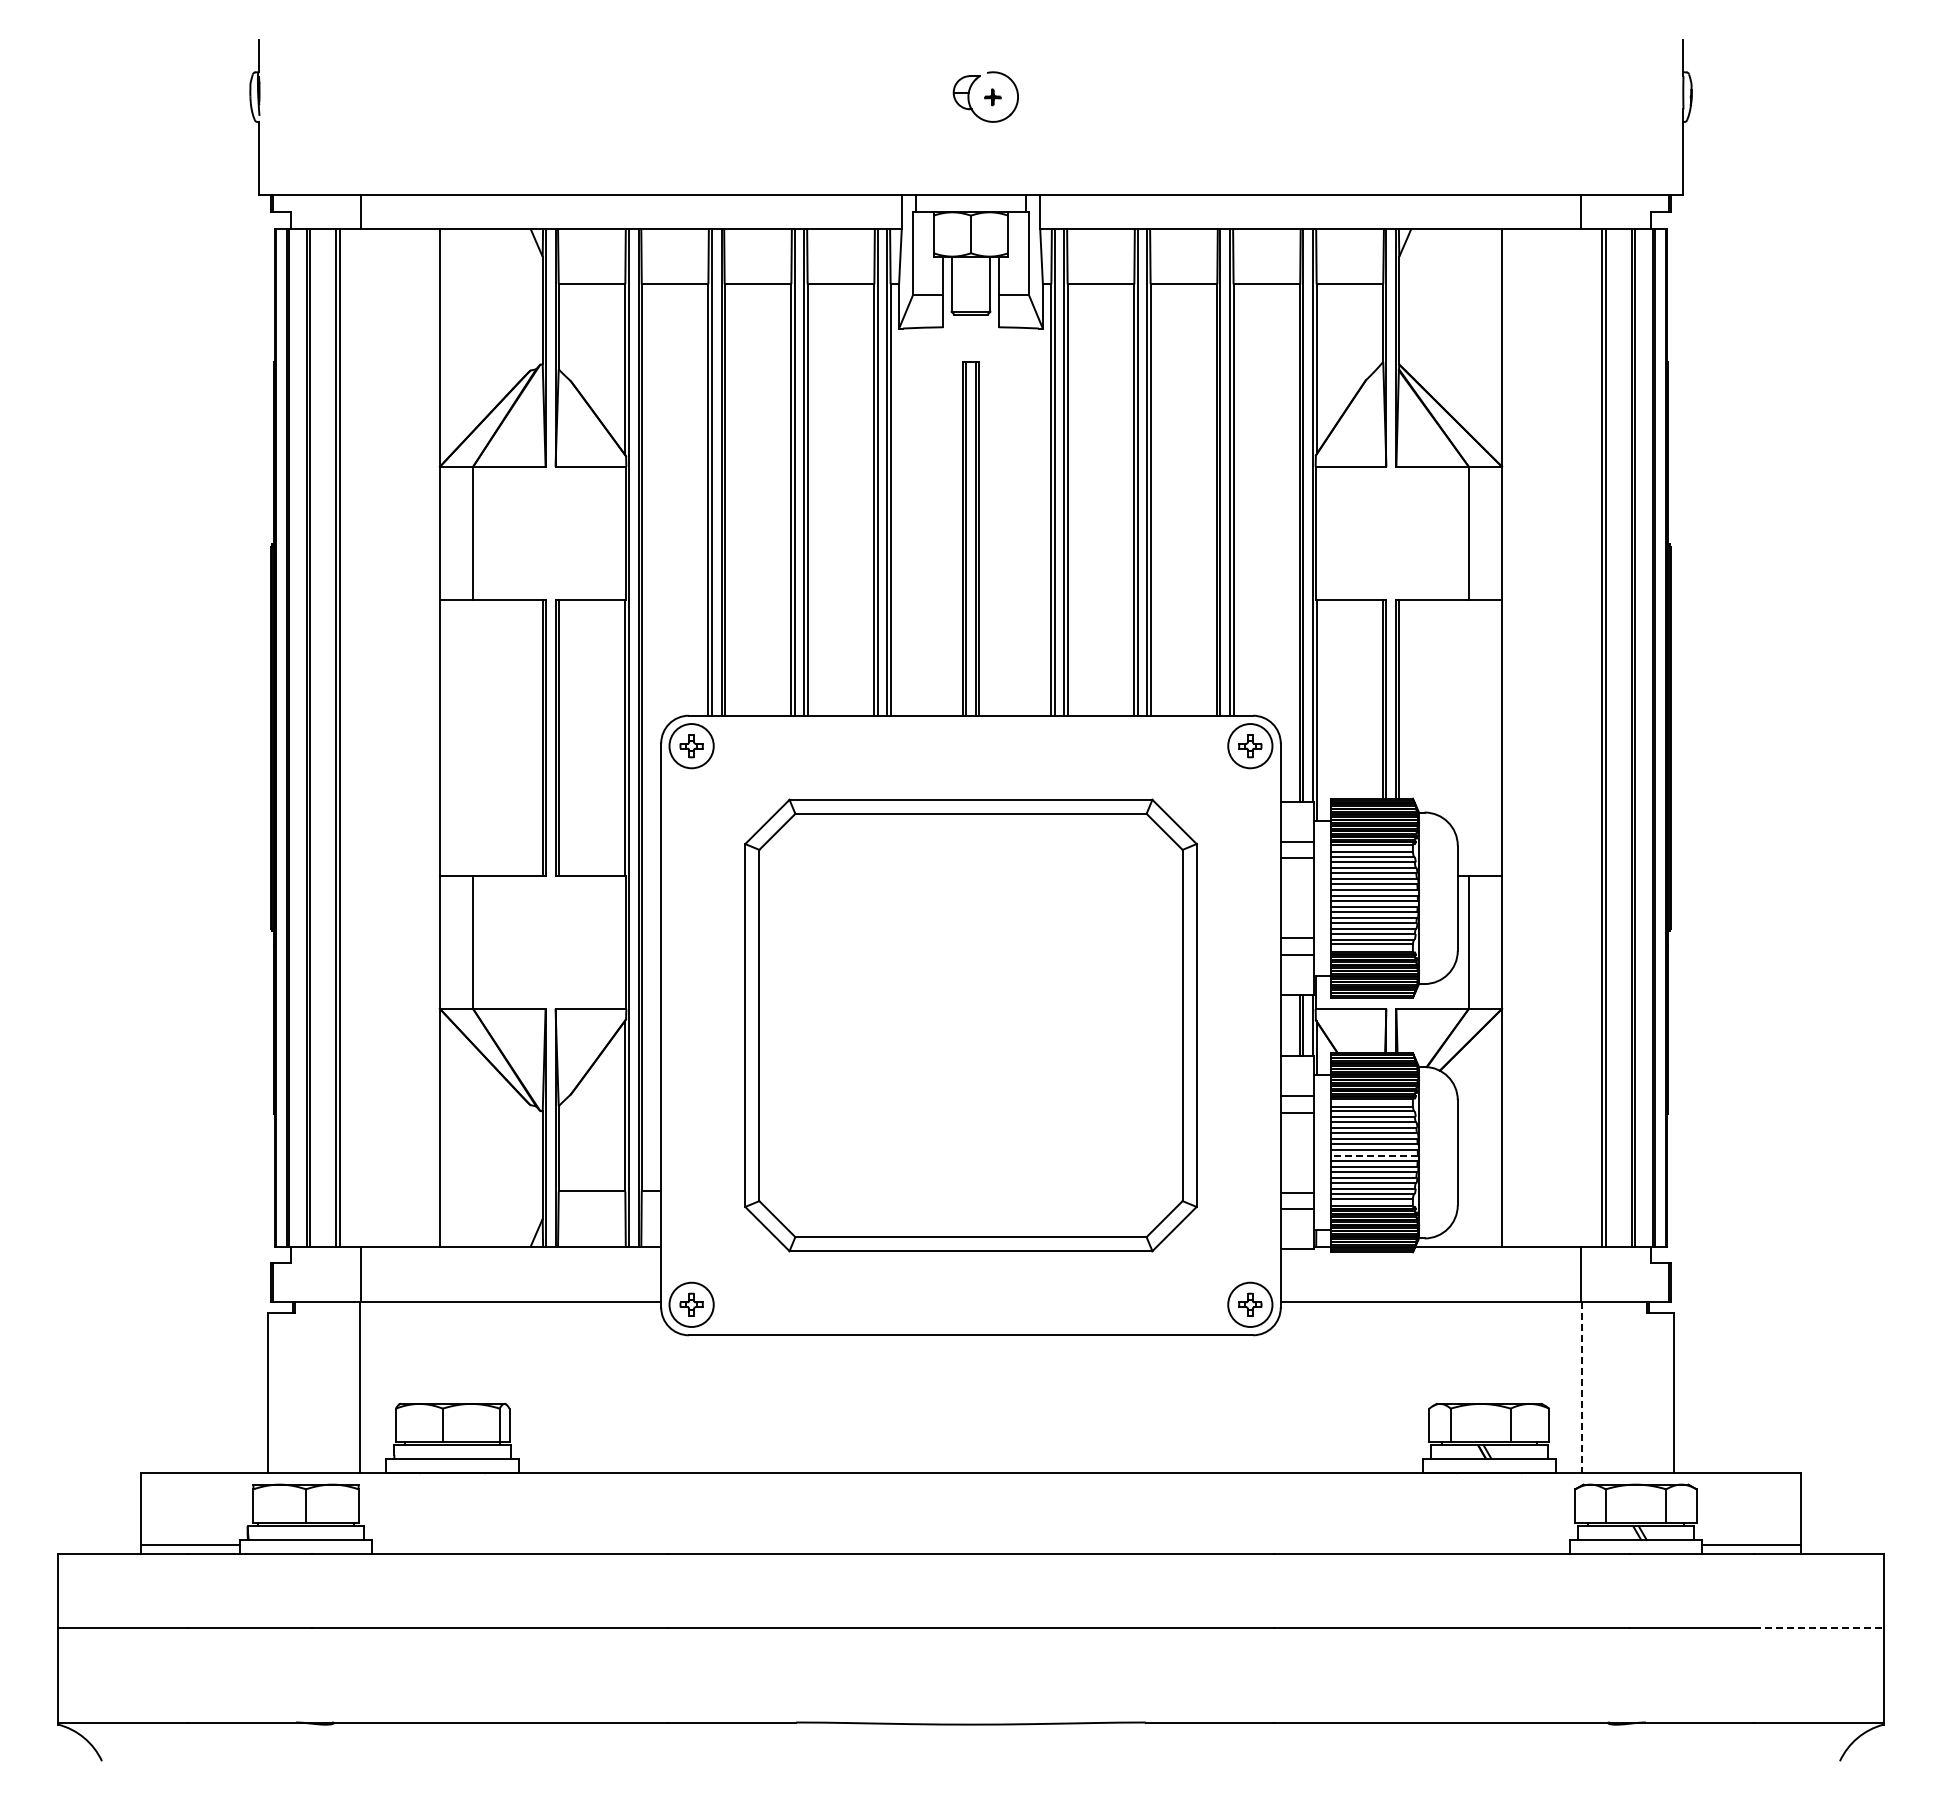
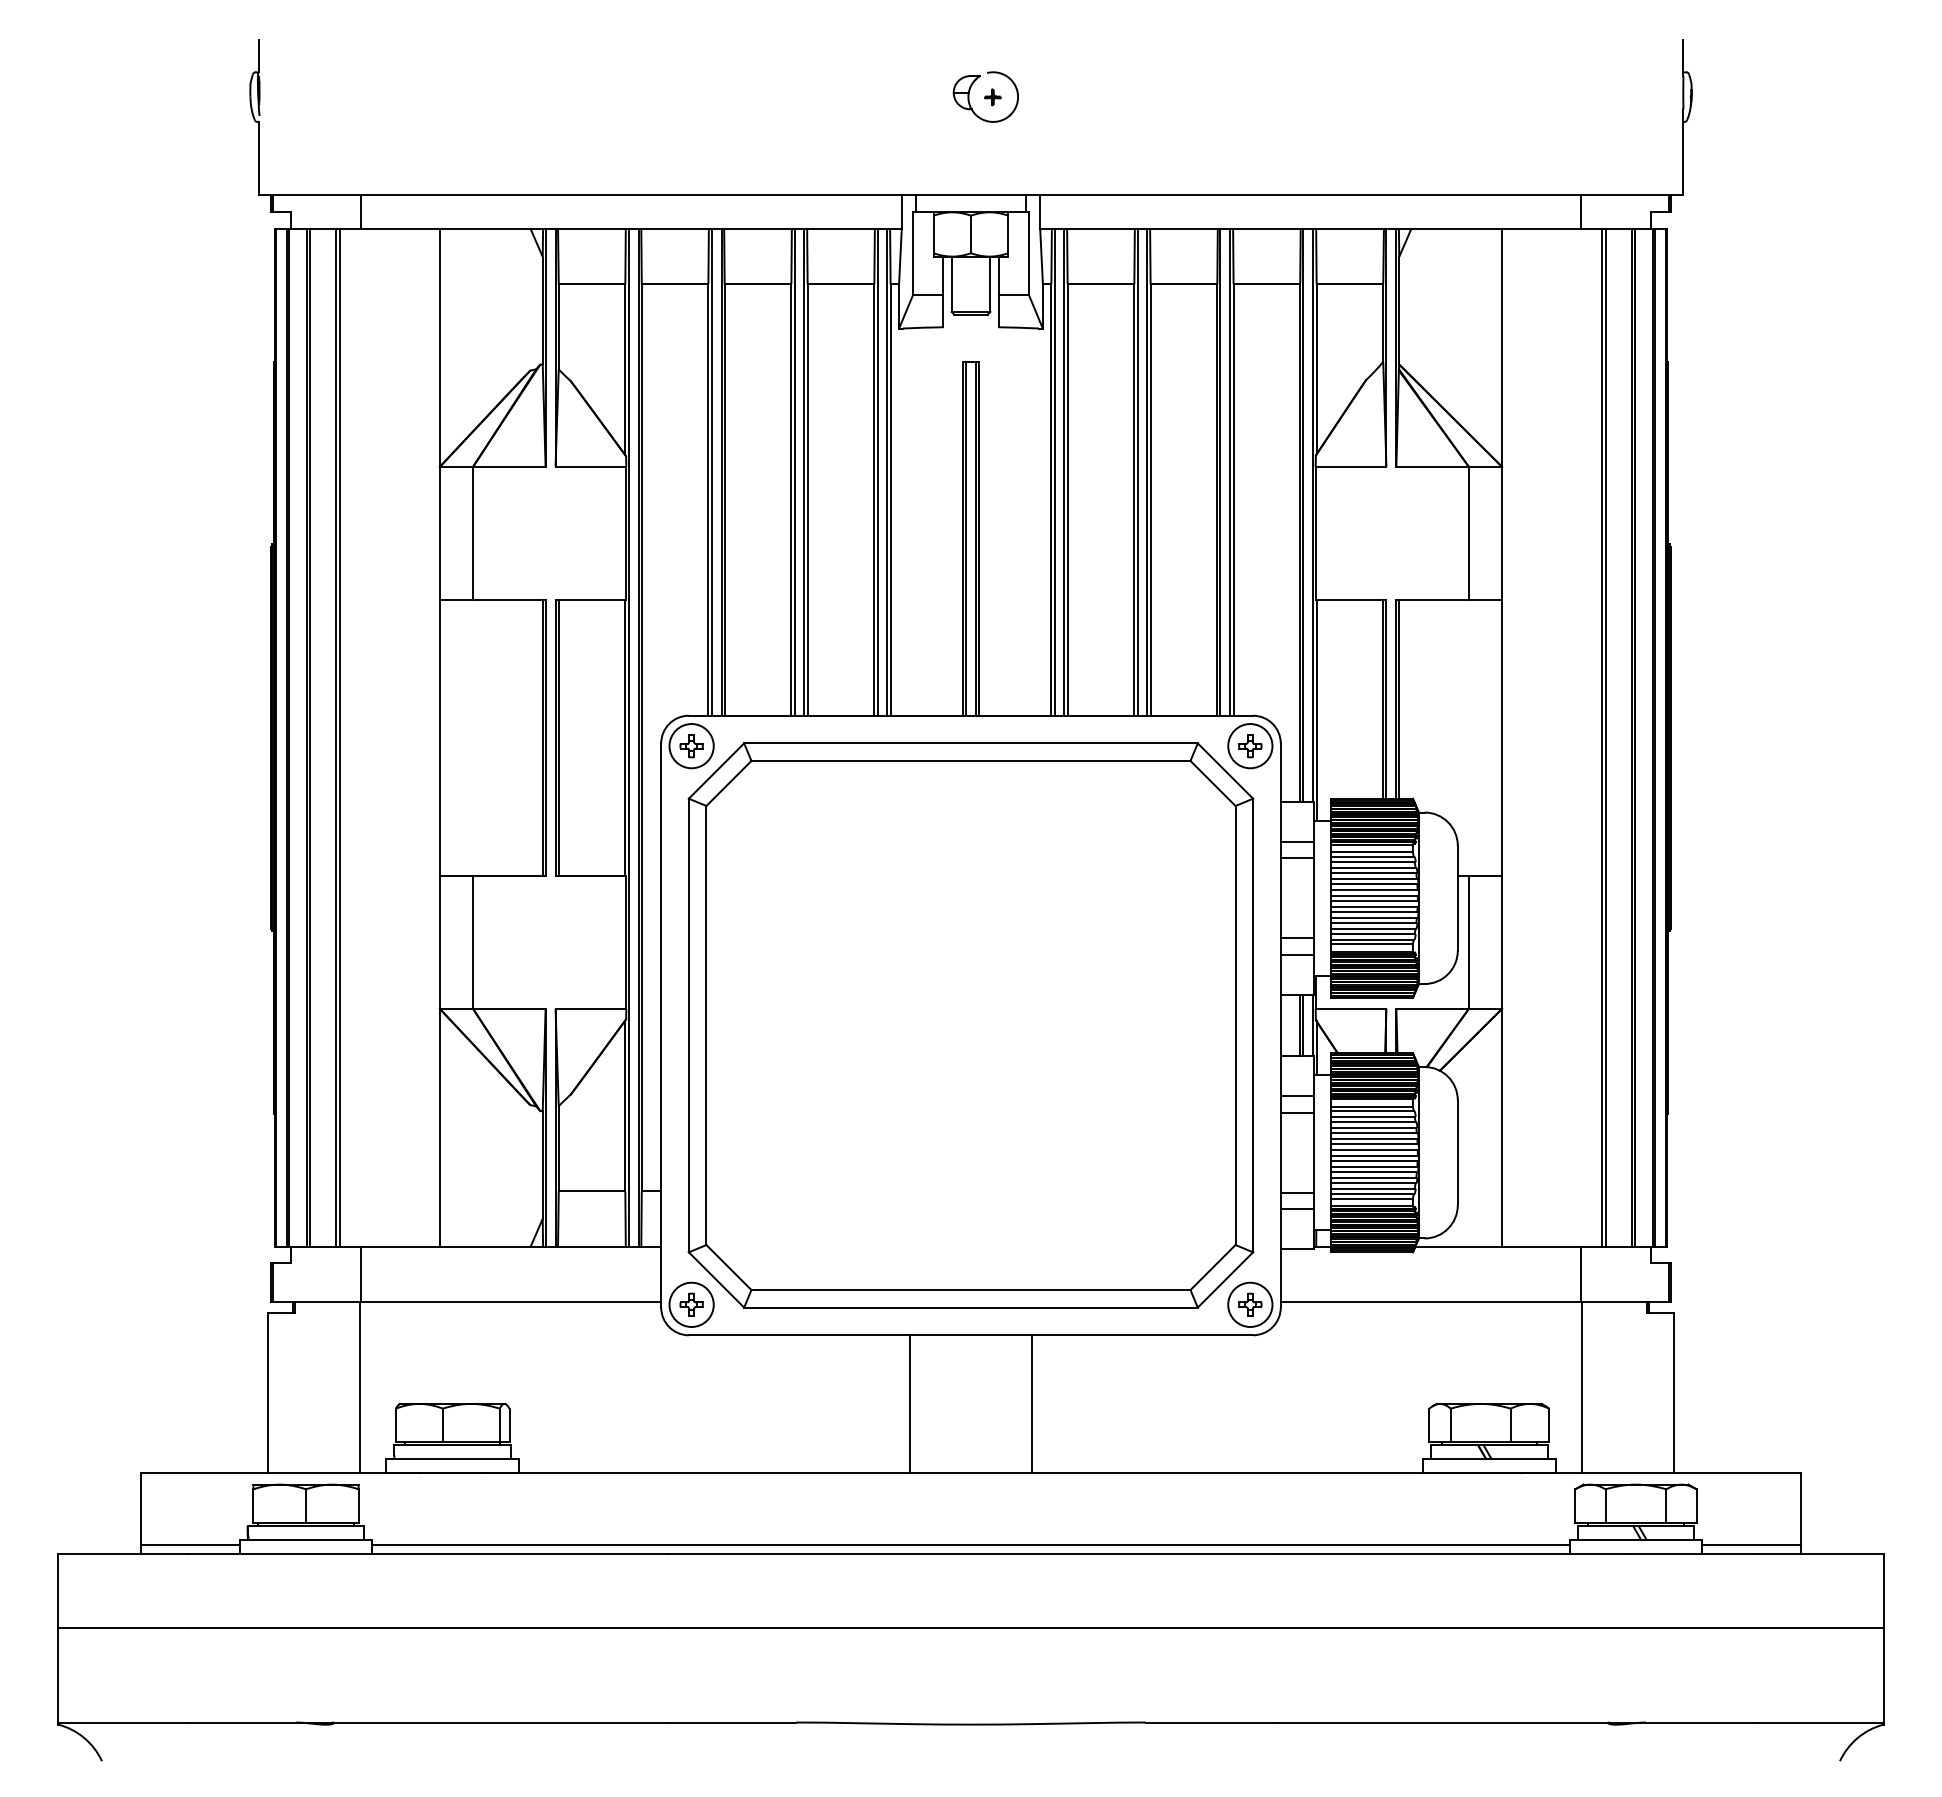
part at (970, 1025) size: 454x455 px -> 568x567 px
line at (1374, 1155): dashed -> solid
line at (1582, 1388): dashed -> solid
line at (910, 1404): none -> present
line at (1031, 1404): none -> present
line at (970, 1545): none -> present
line at (1819, 1628): dashed -> solid
